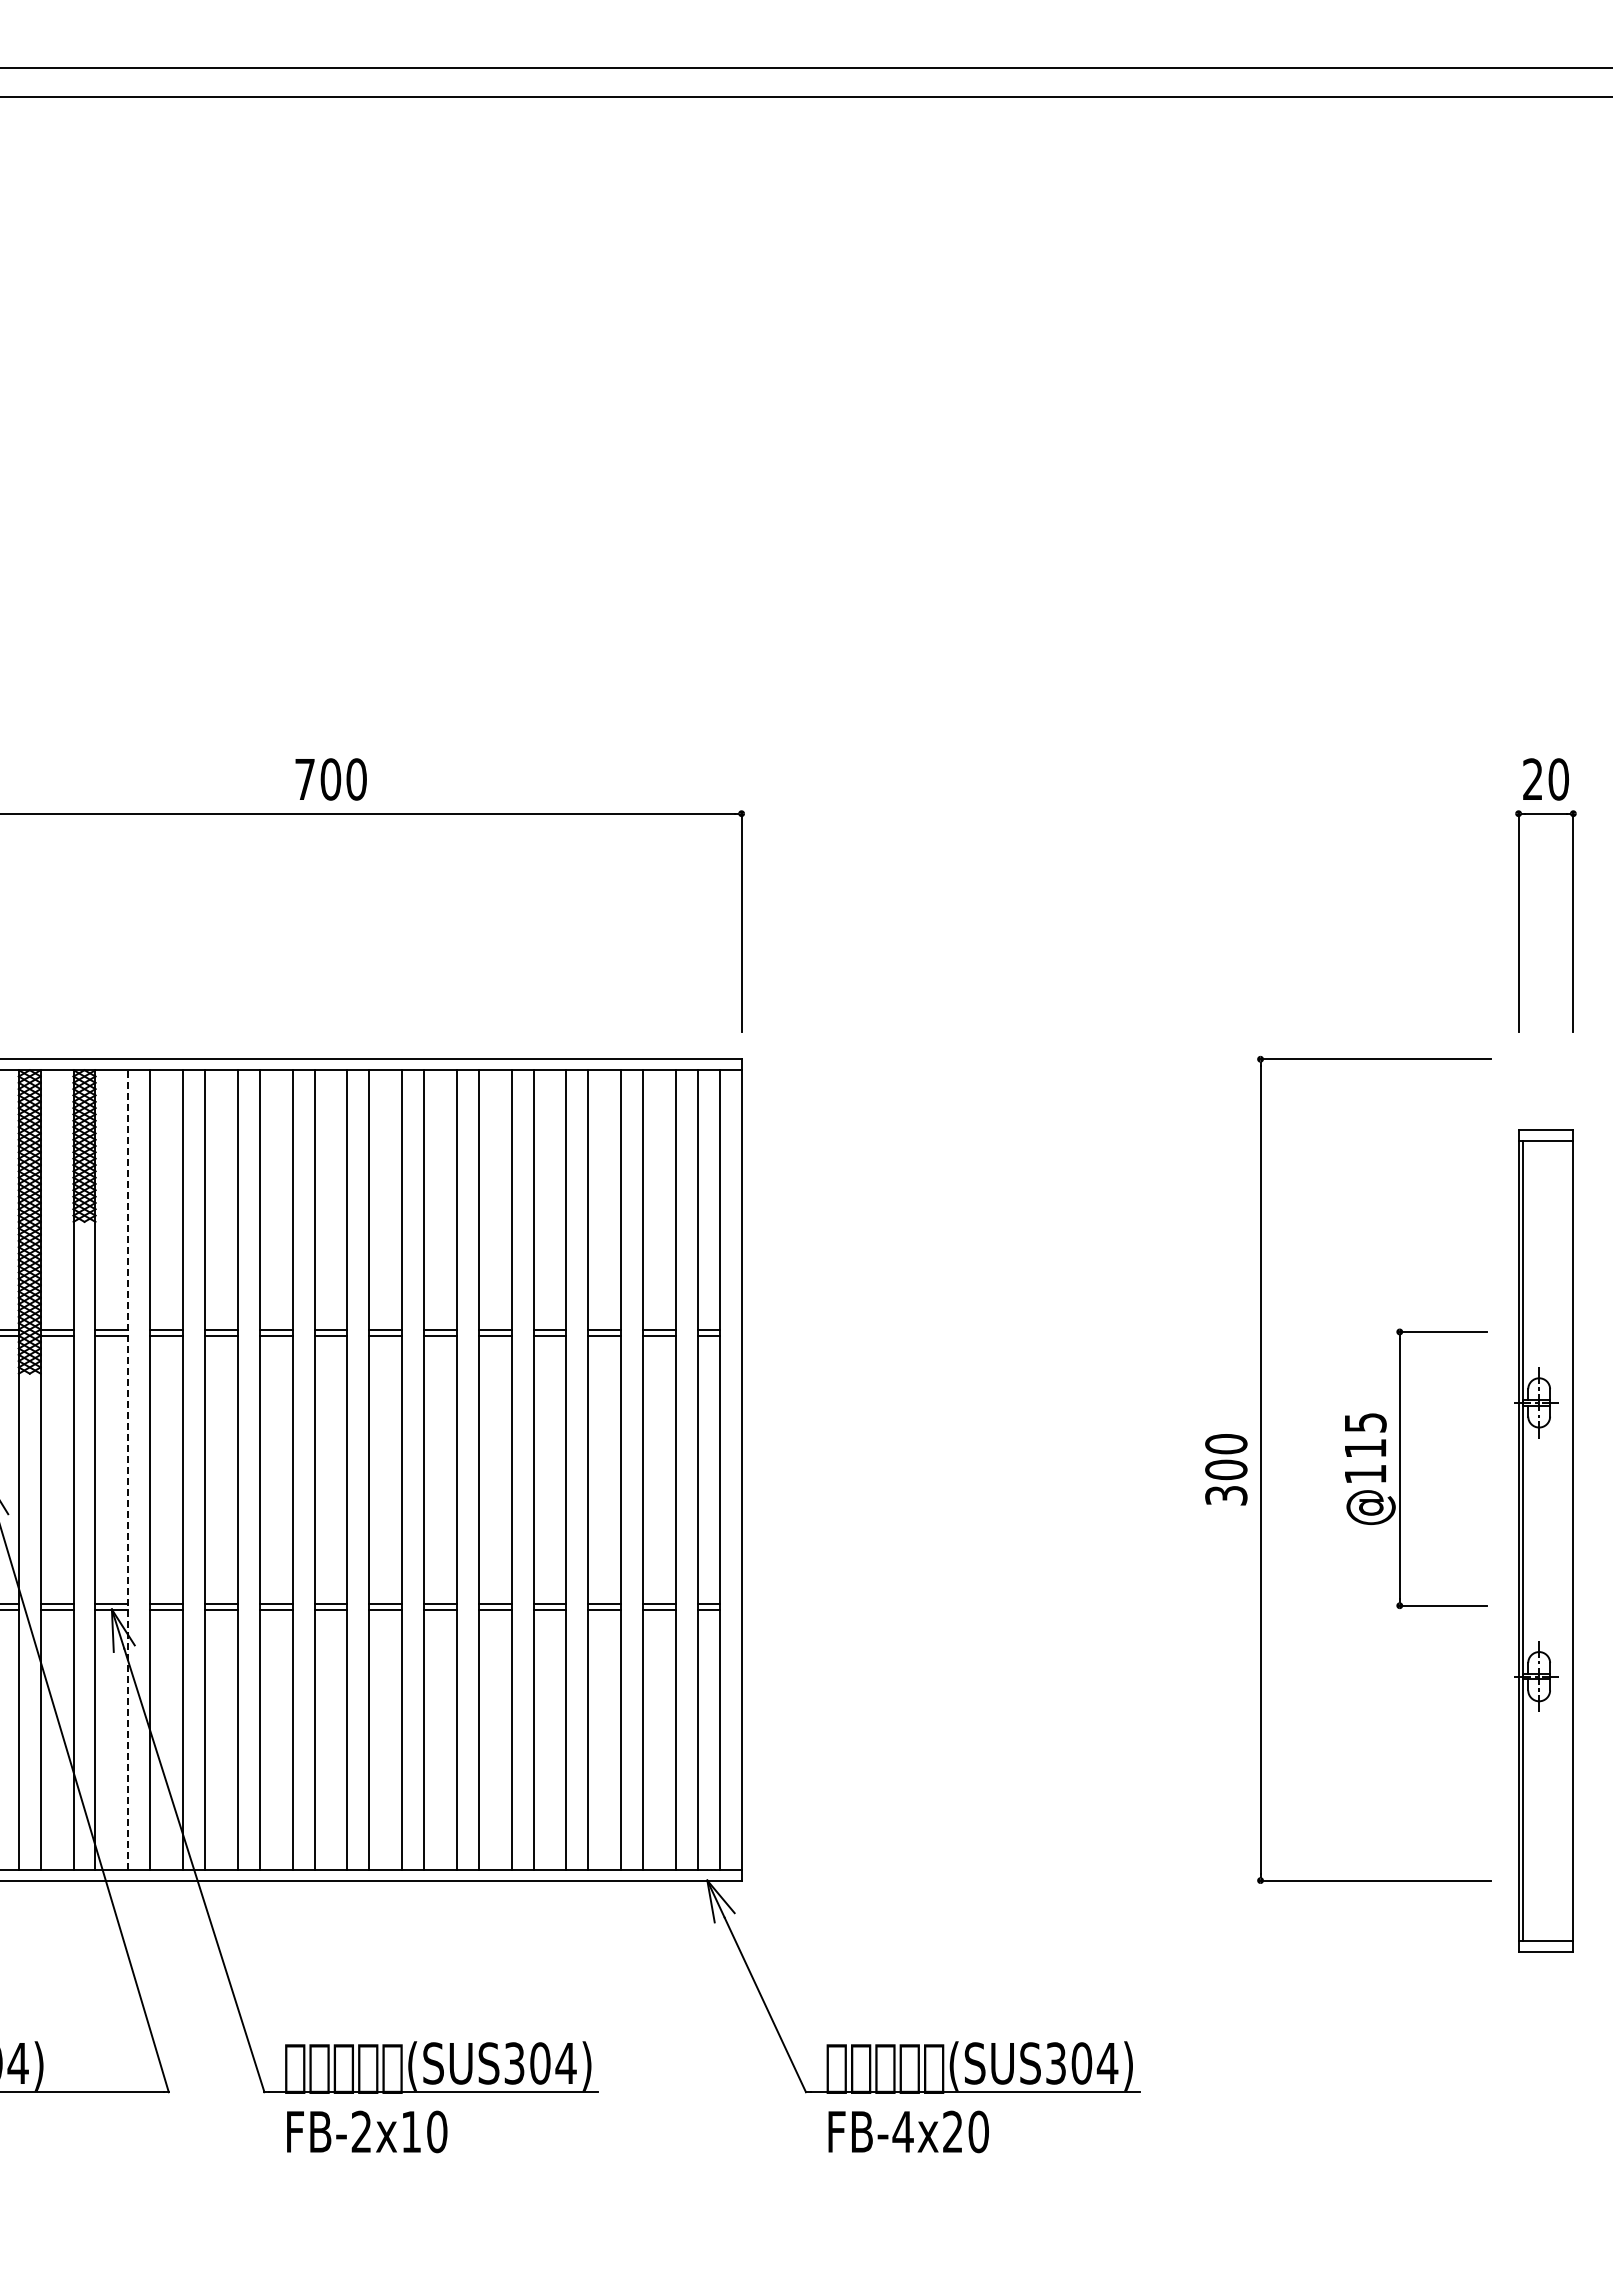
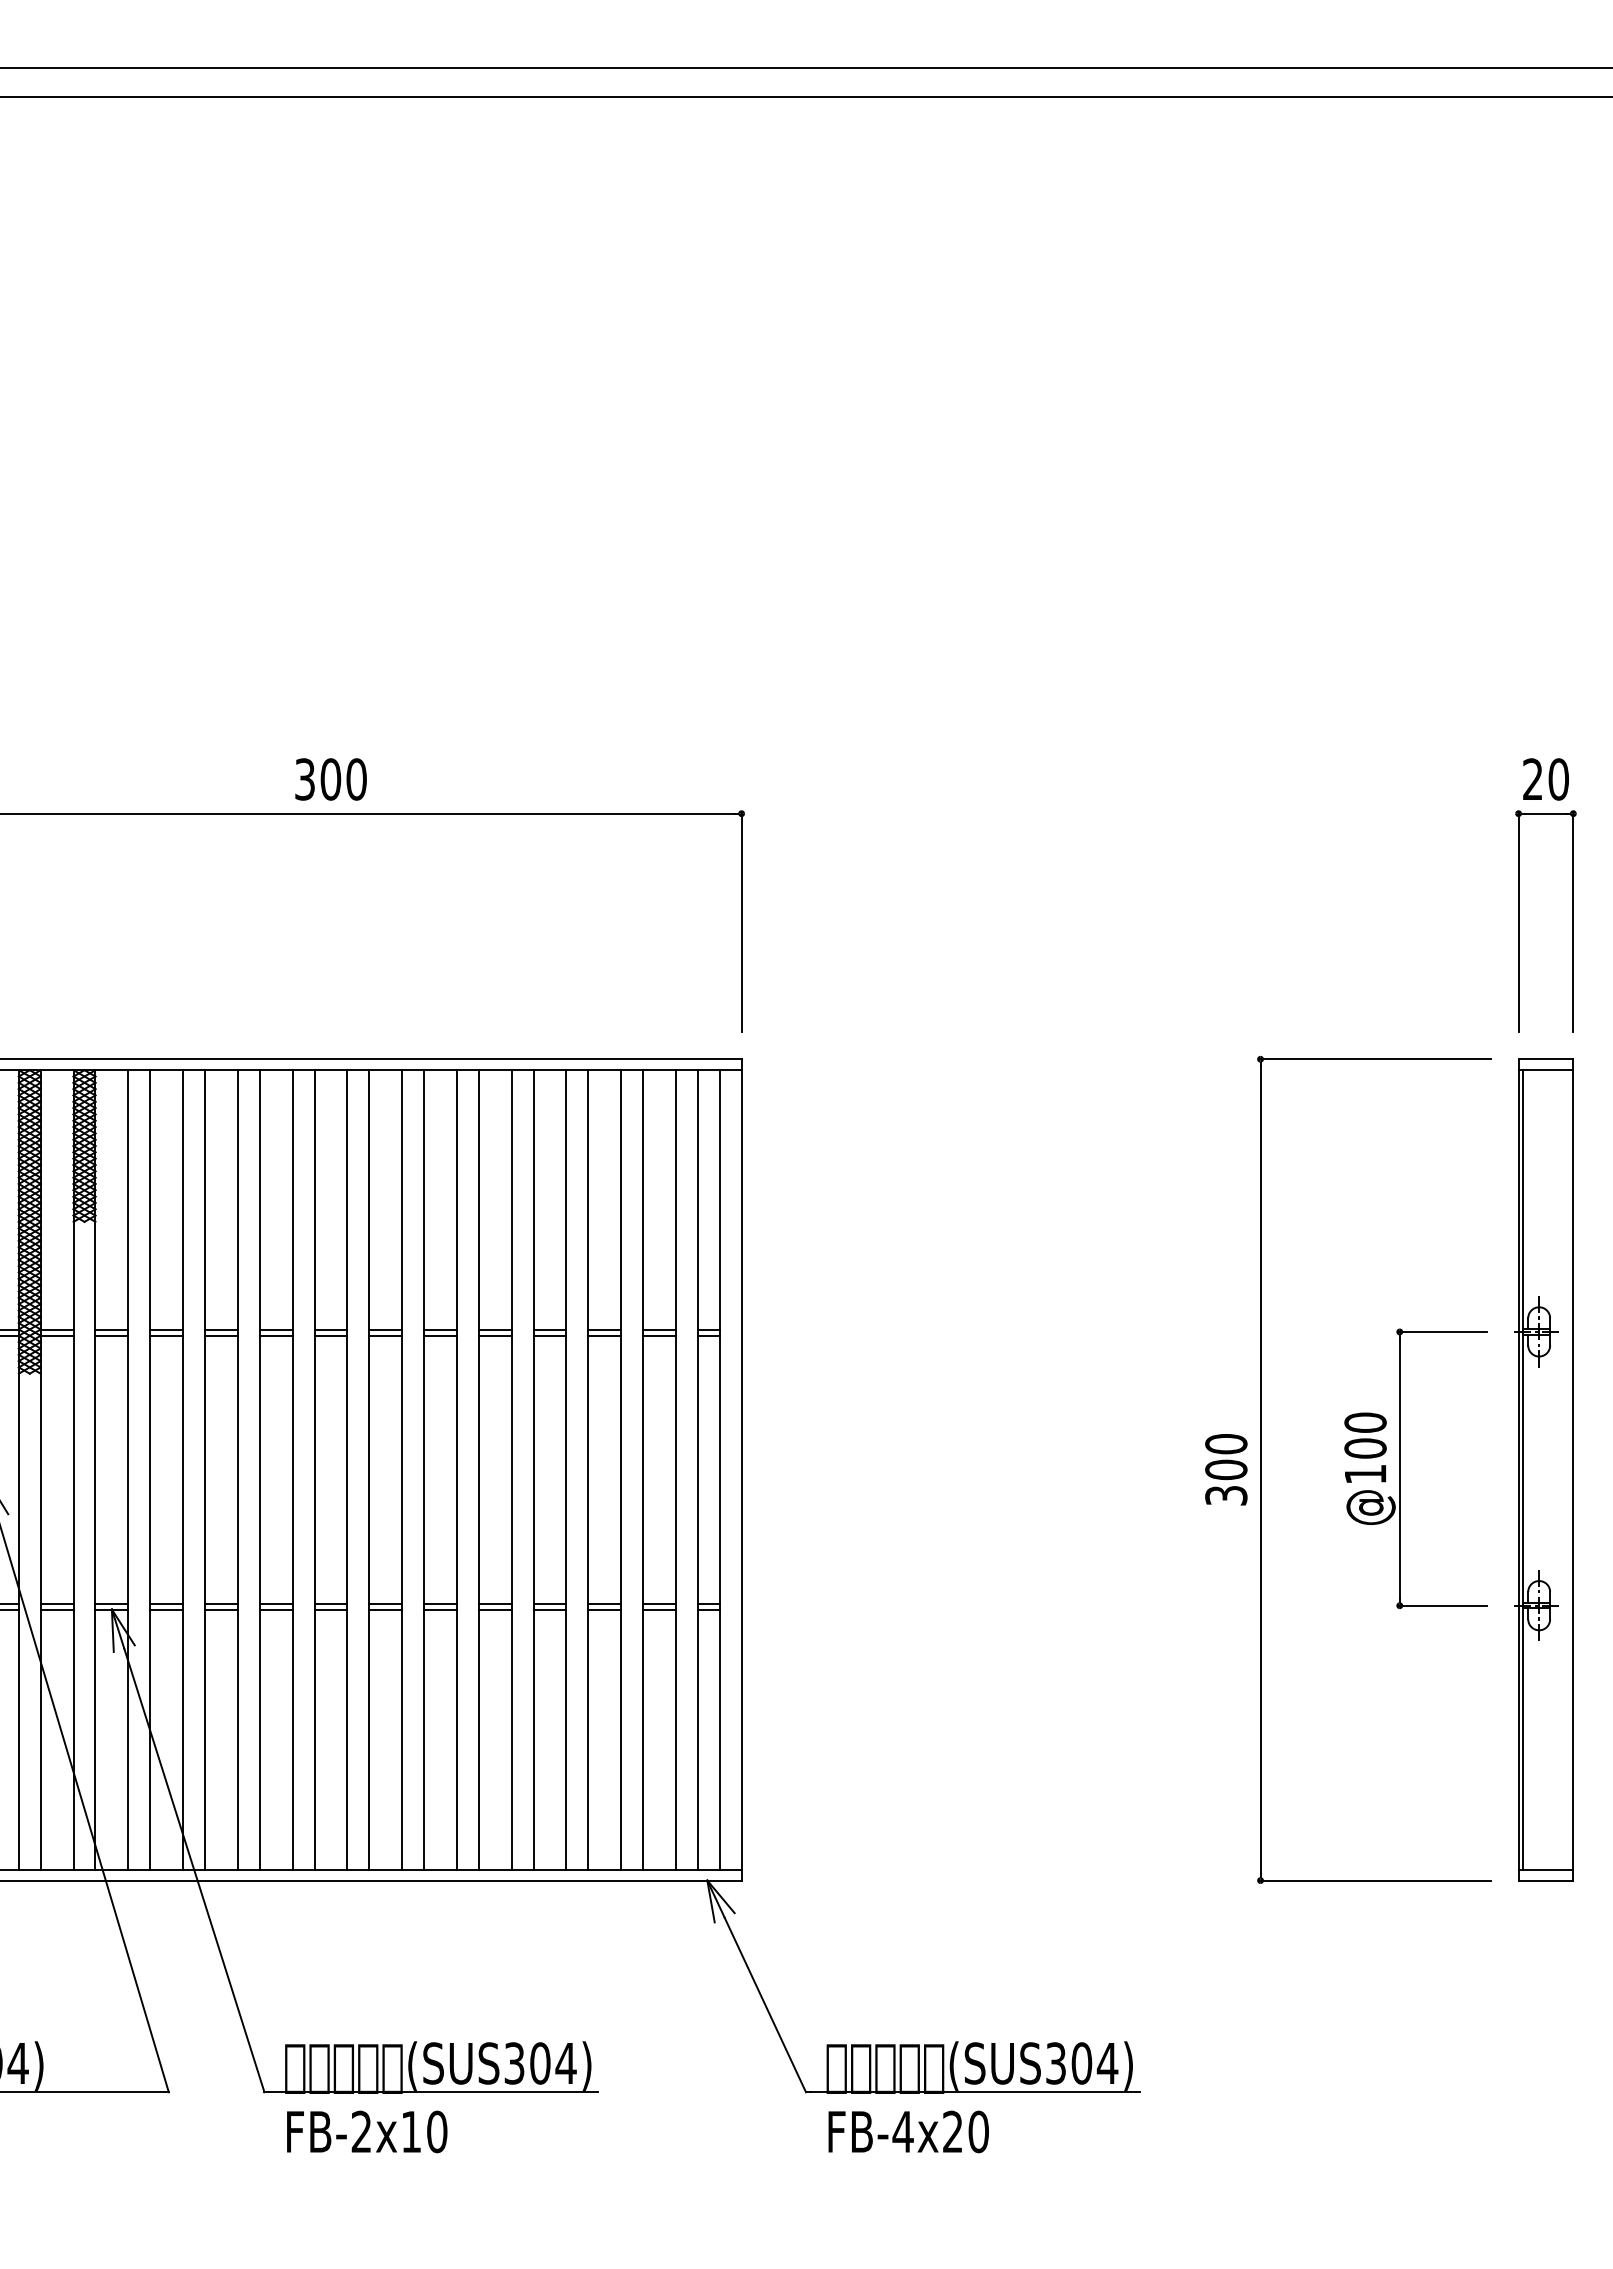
text at (304, 779): 700 -> 300
text at (1365, 1435): @115 -> @100
line at (128, 1469): dashed -> solid
part at (1543, 1540) position: (1543, 1540) -> (1543, 1469)
